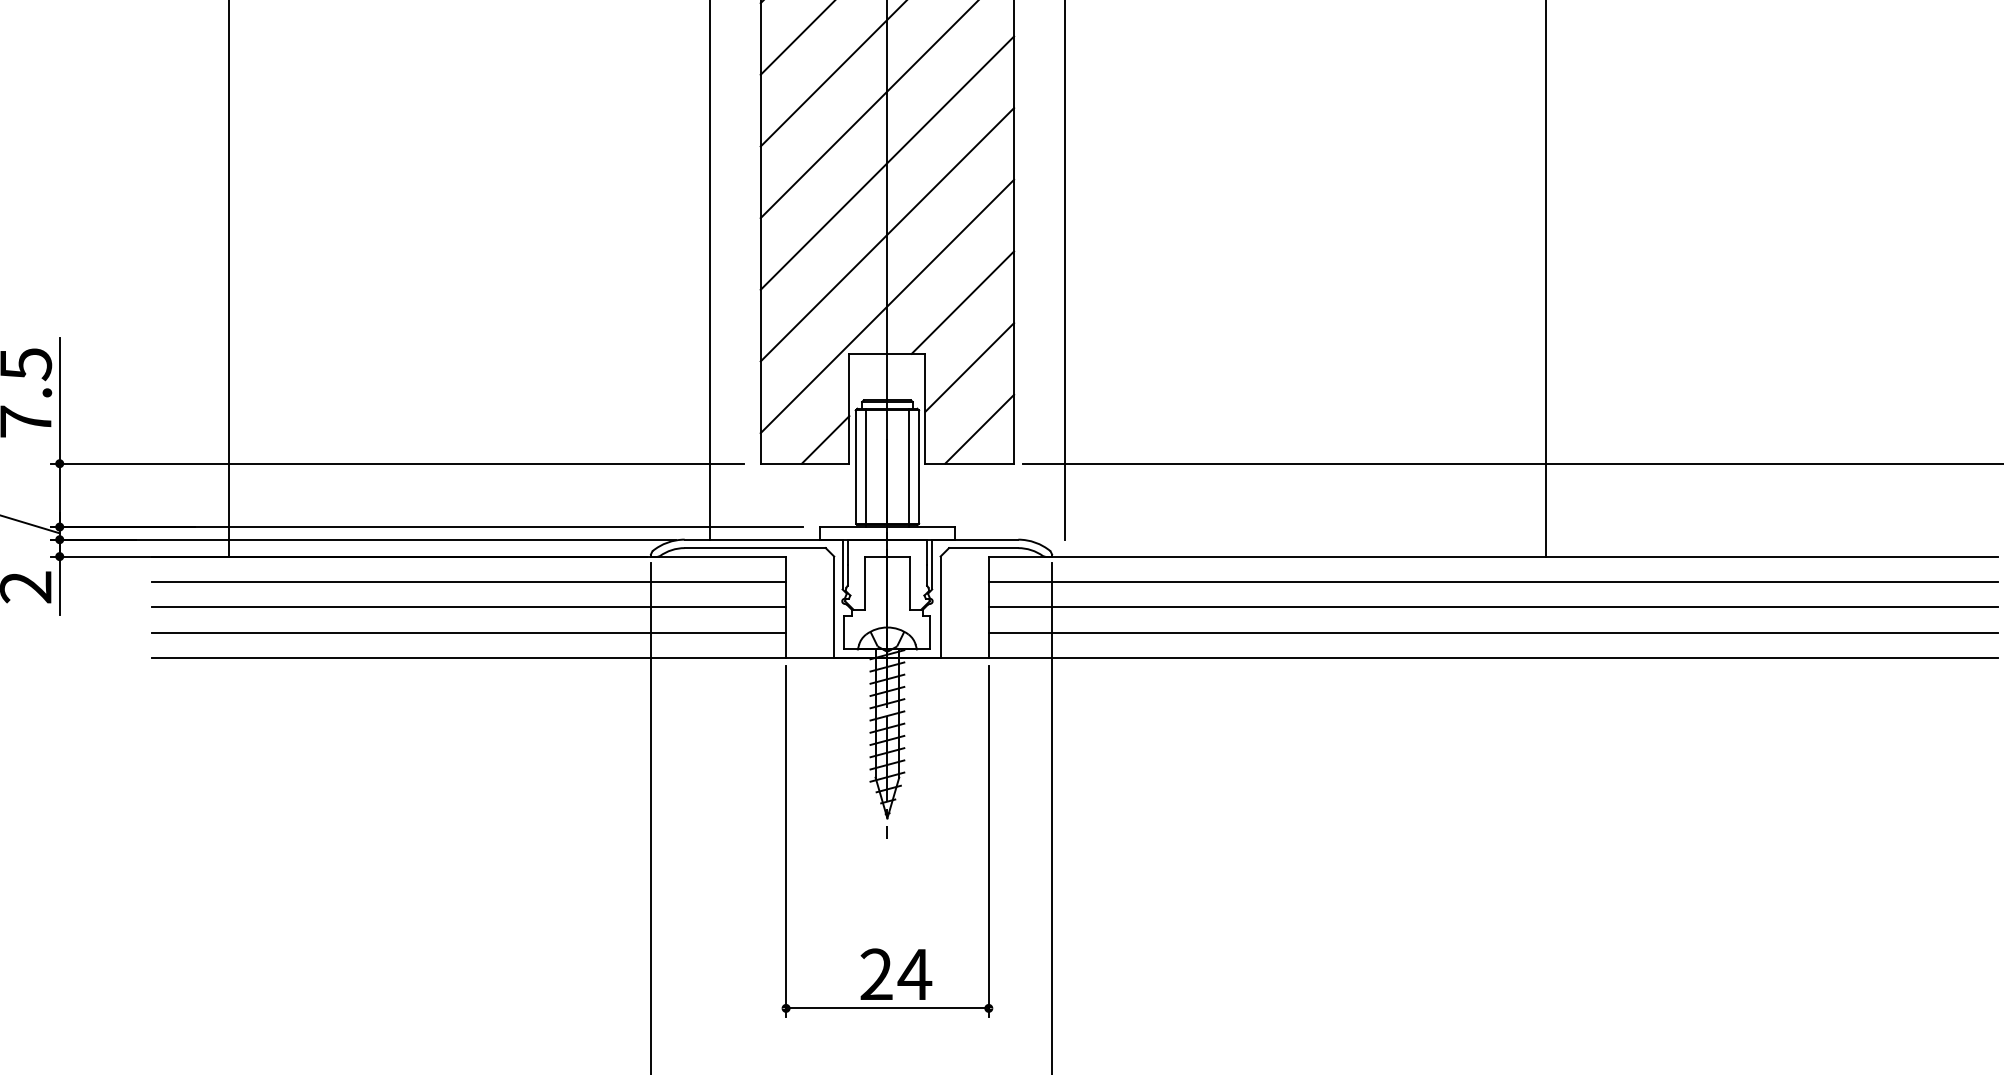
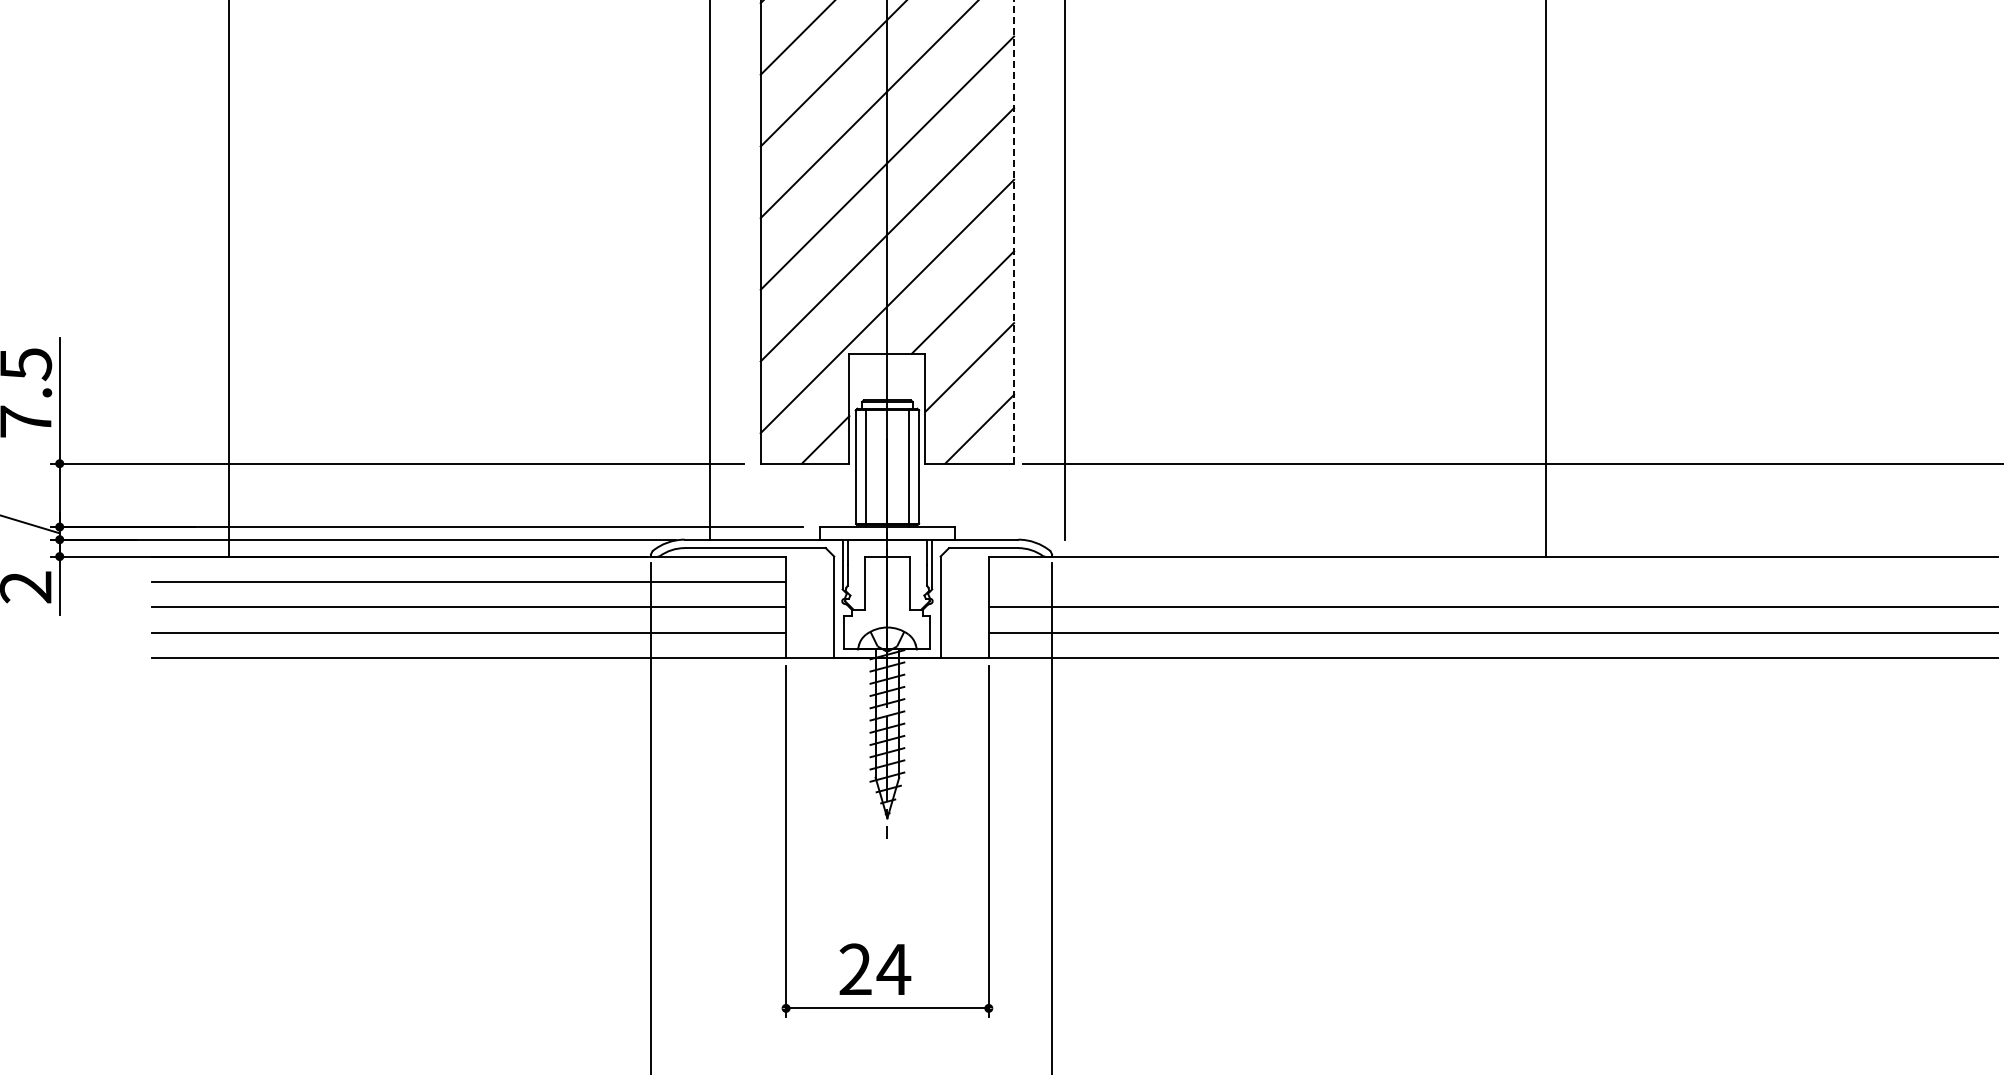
line at (1014, 231): solid -> dashed
line at (1493, 581): present -> none
text at (896, 973) position: (896, 973) -> (875, 968)
